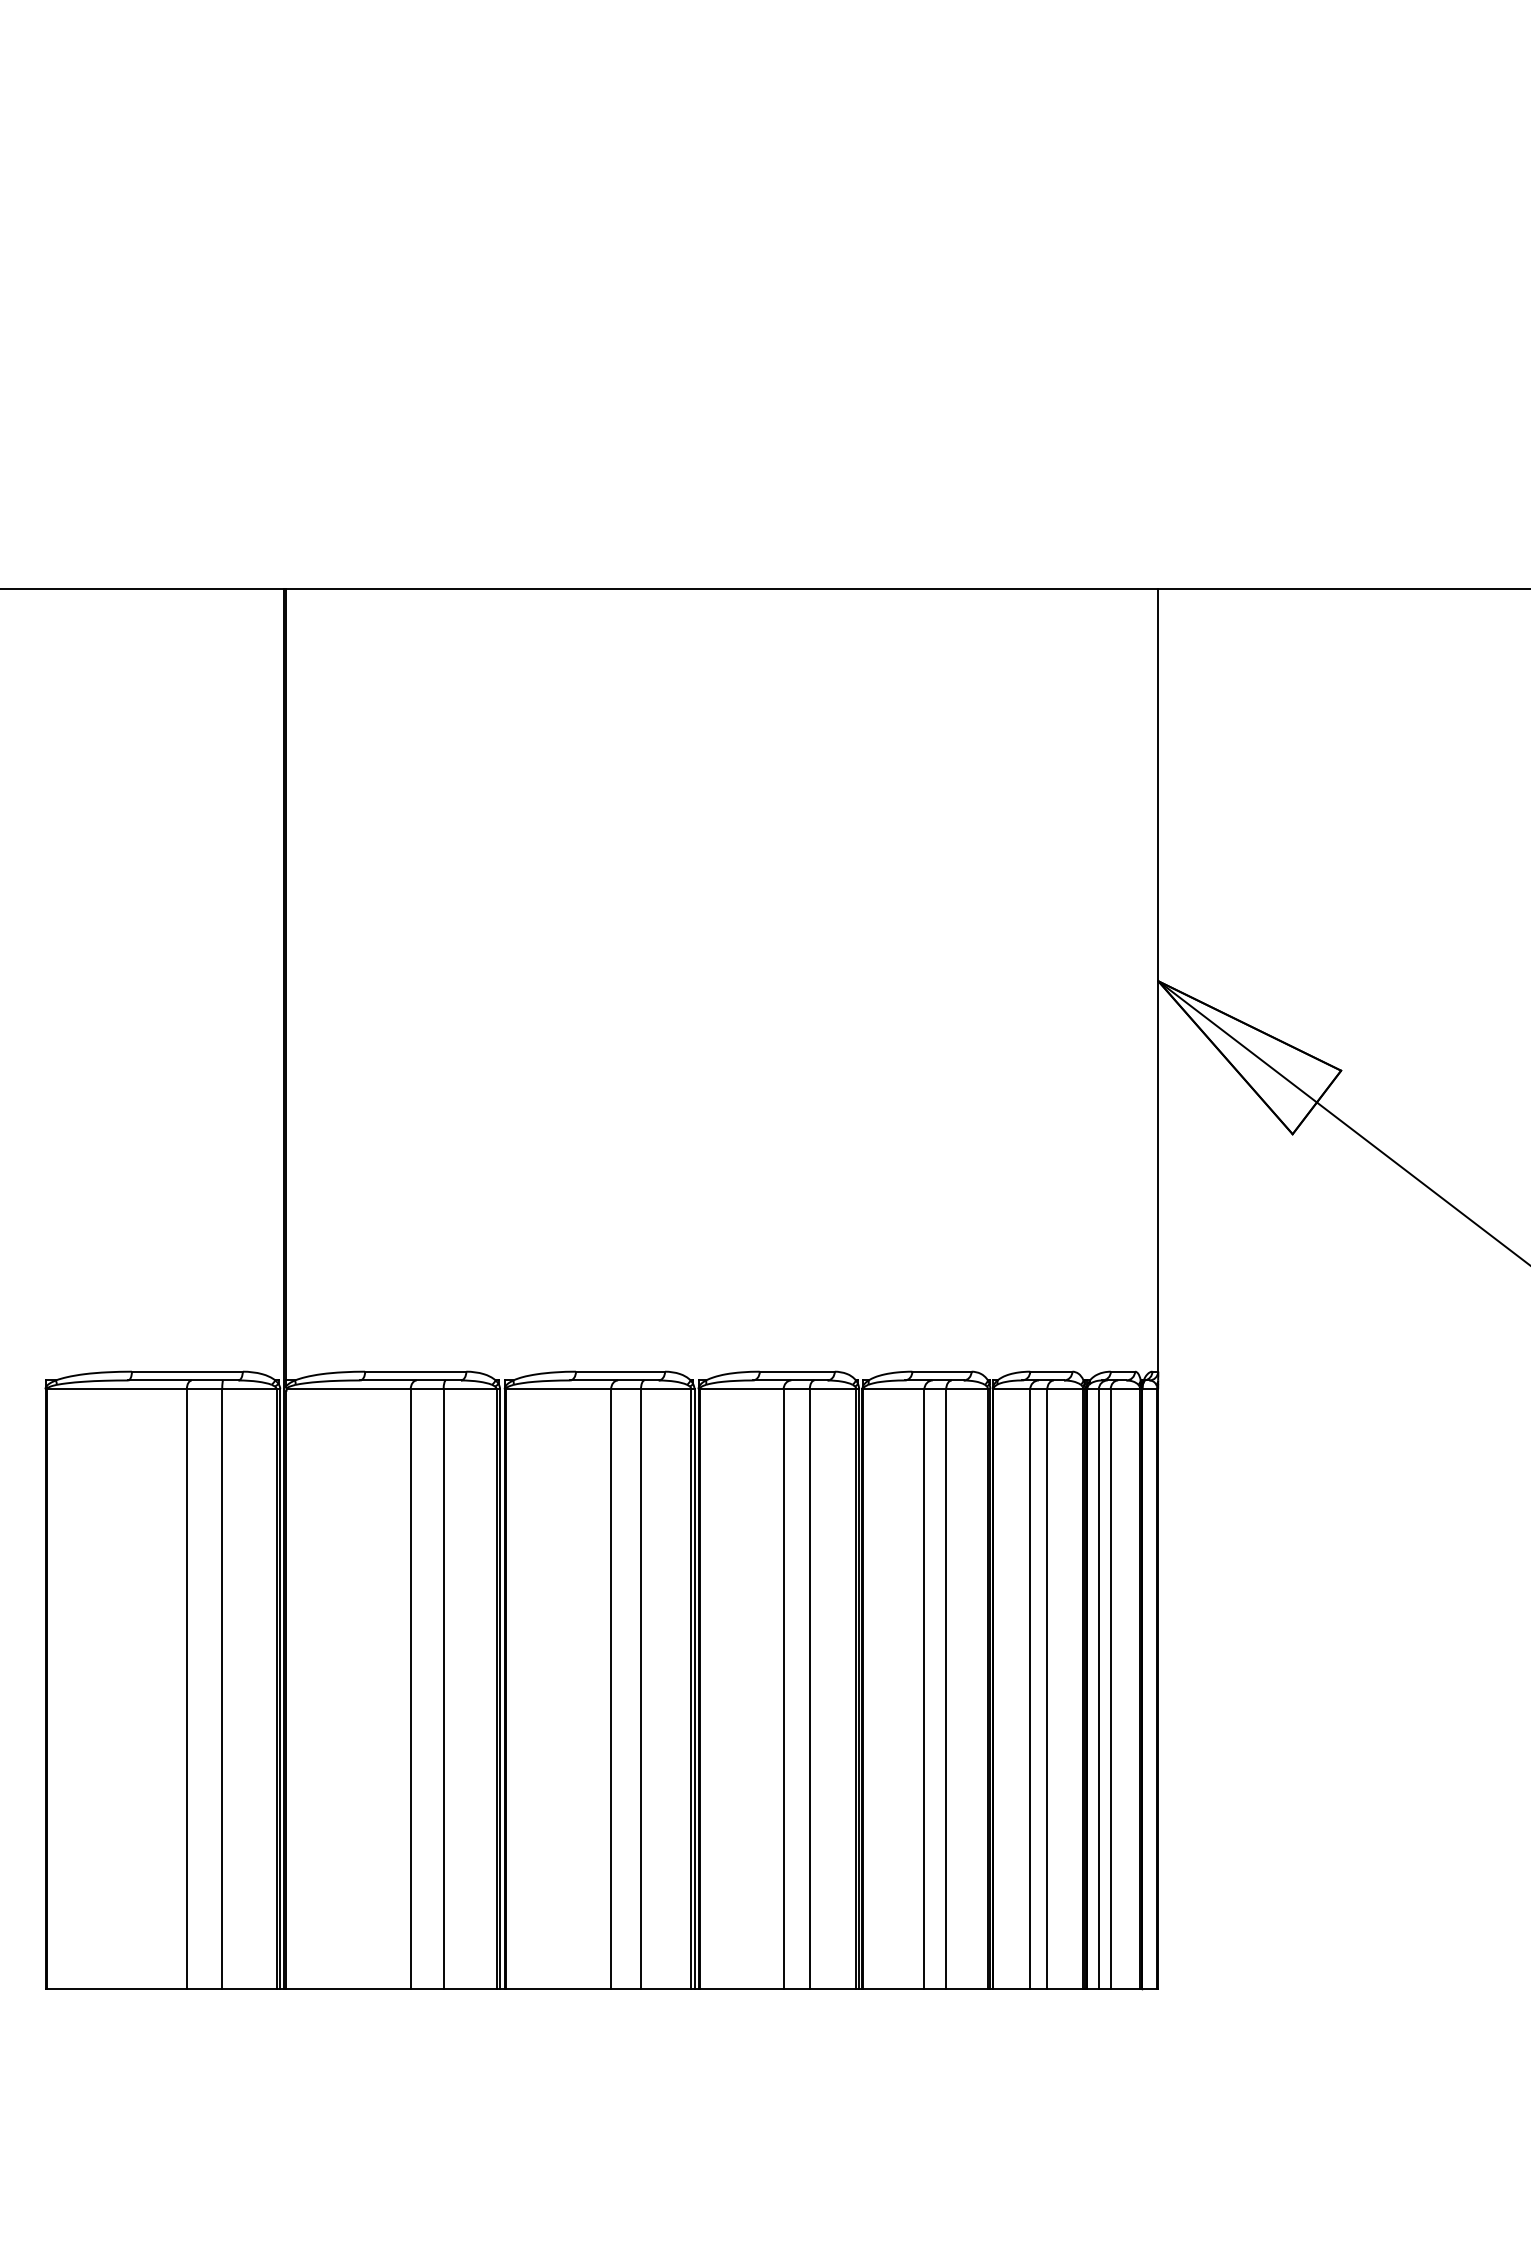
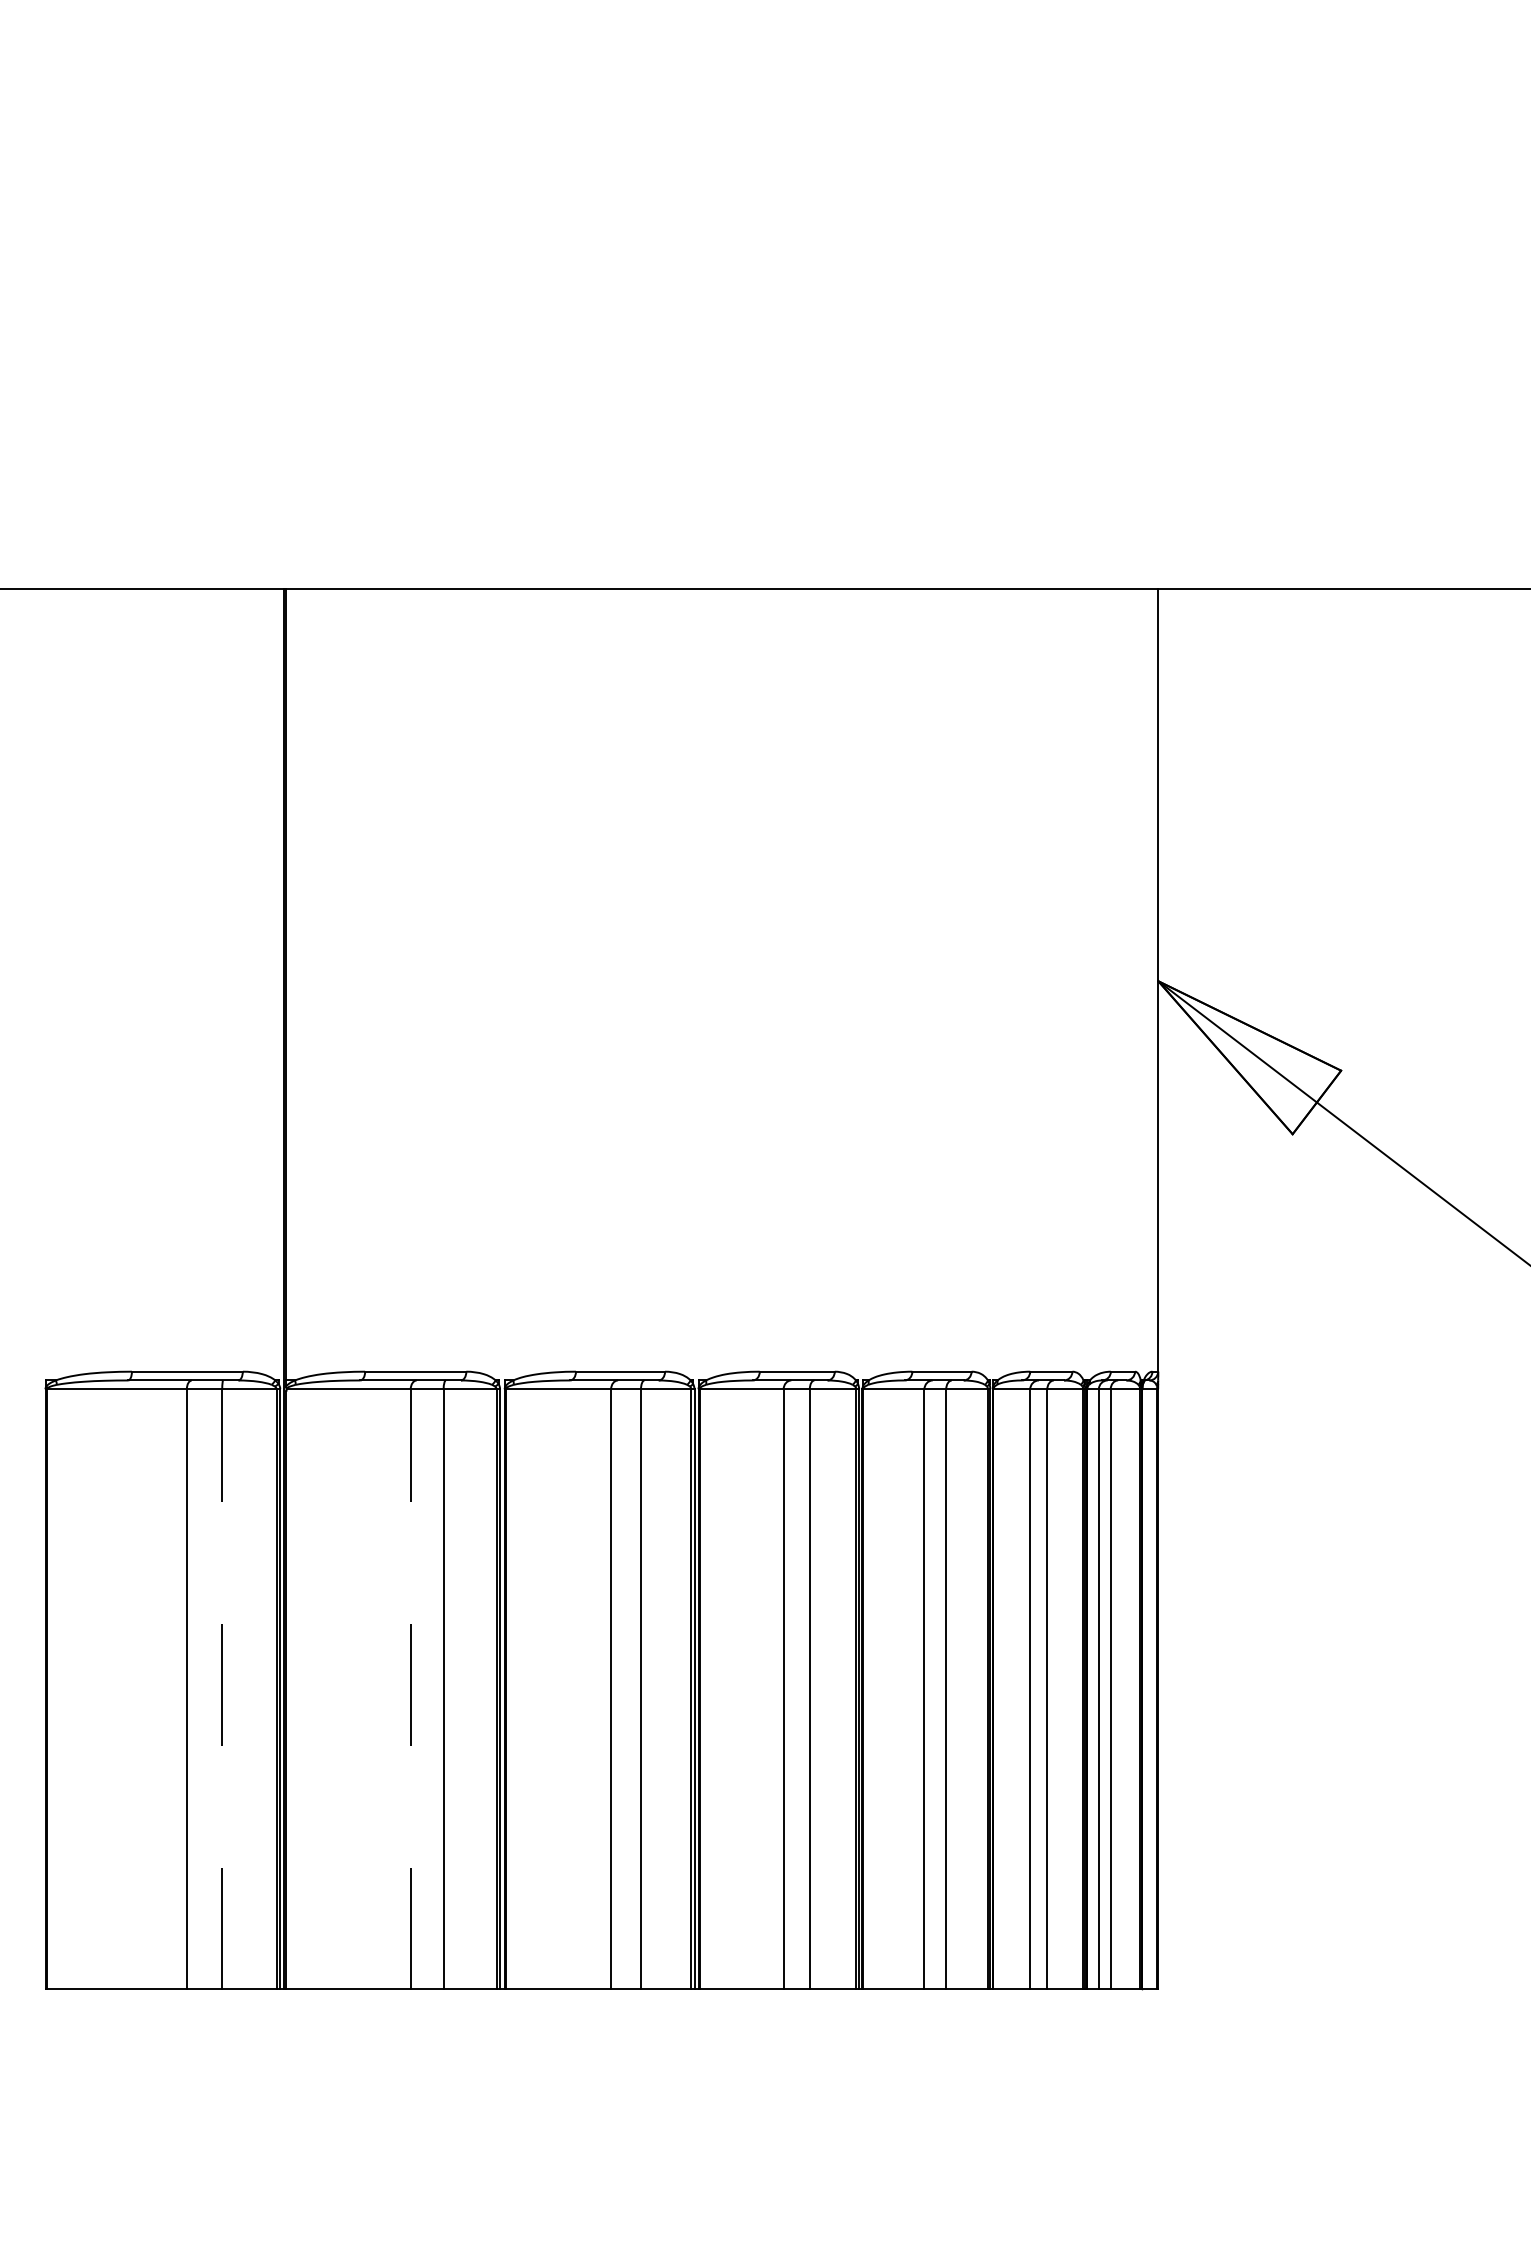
line at (222, 1688): solid -> dashed
line at (410, 1688): solid -> dashed
